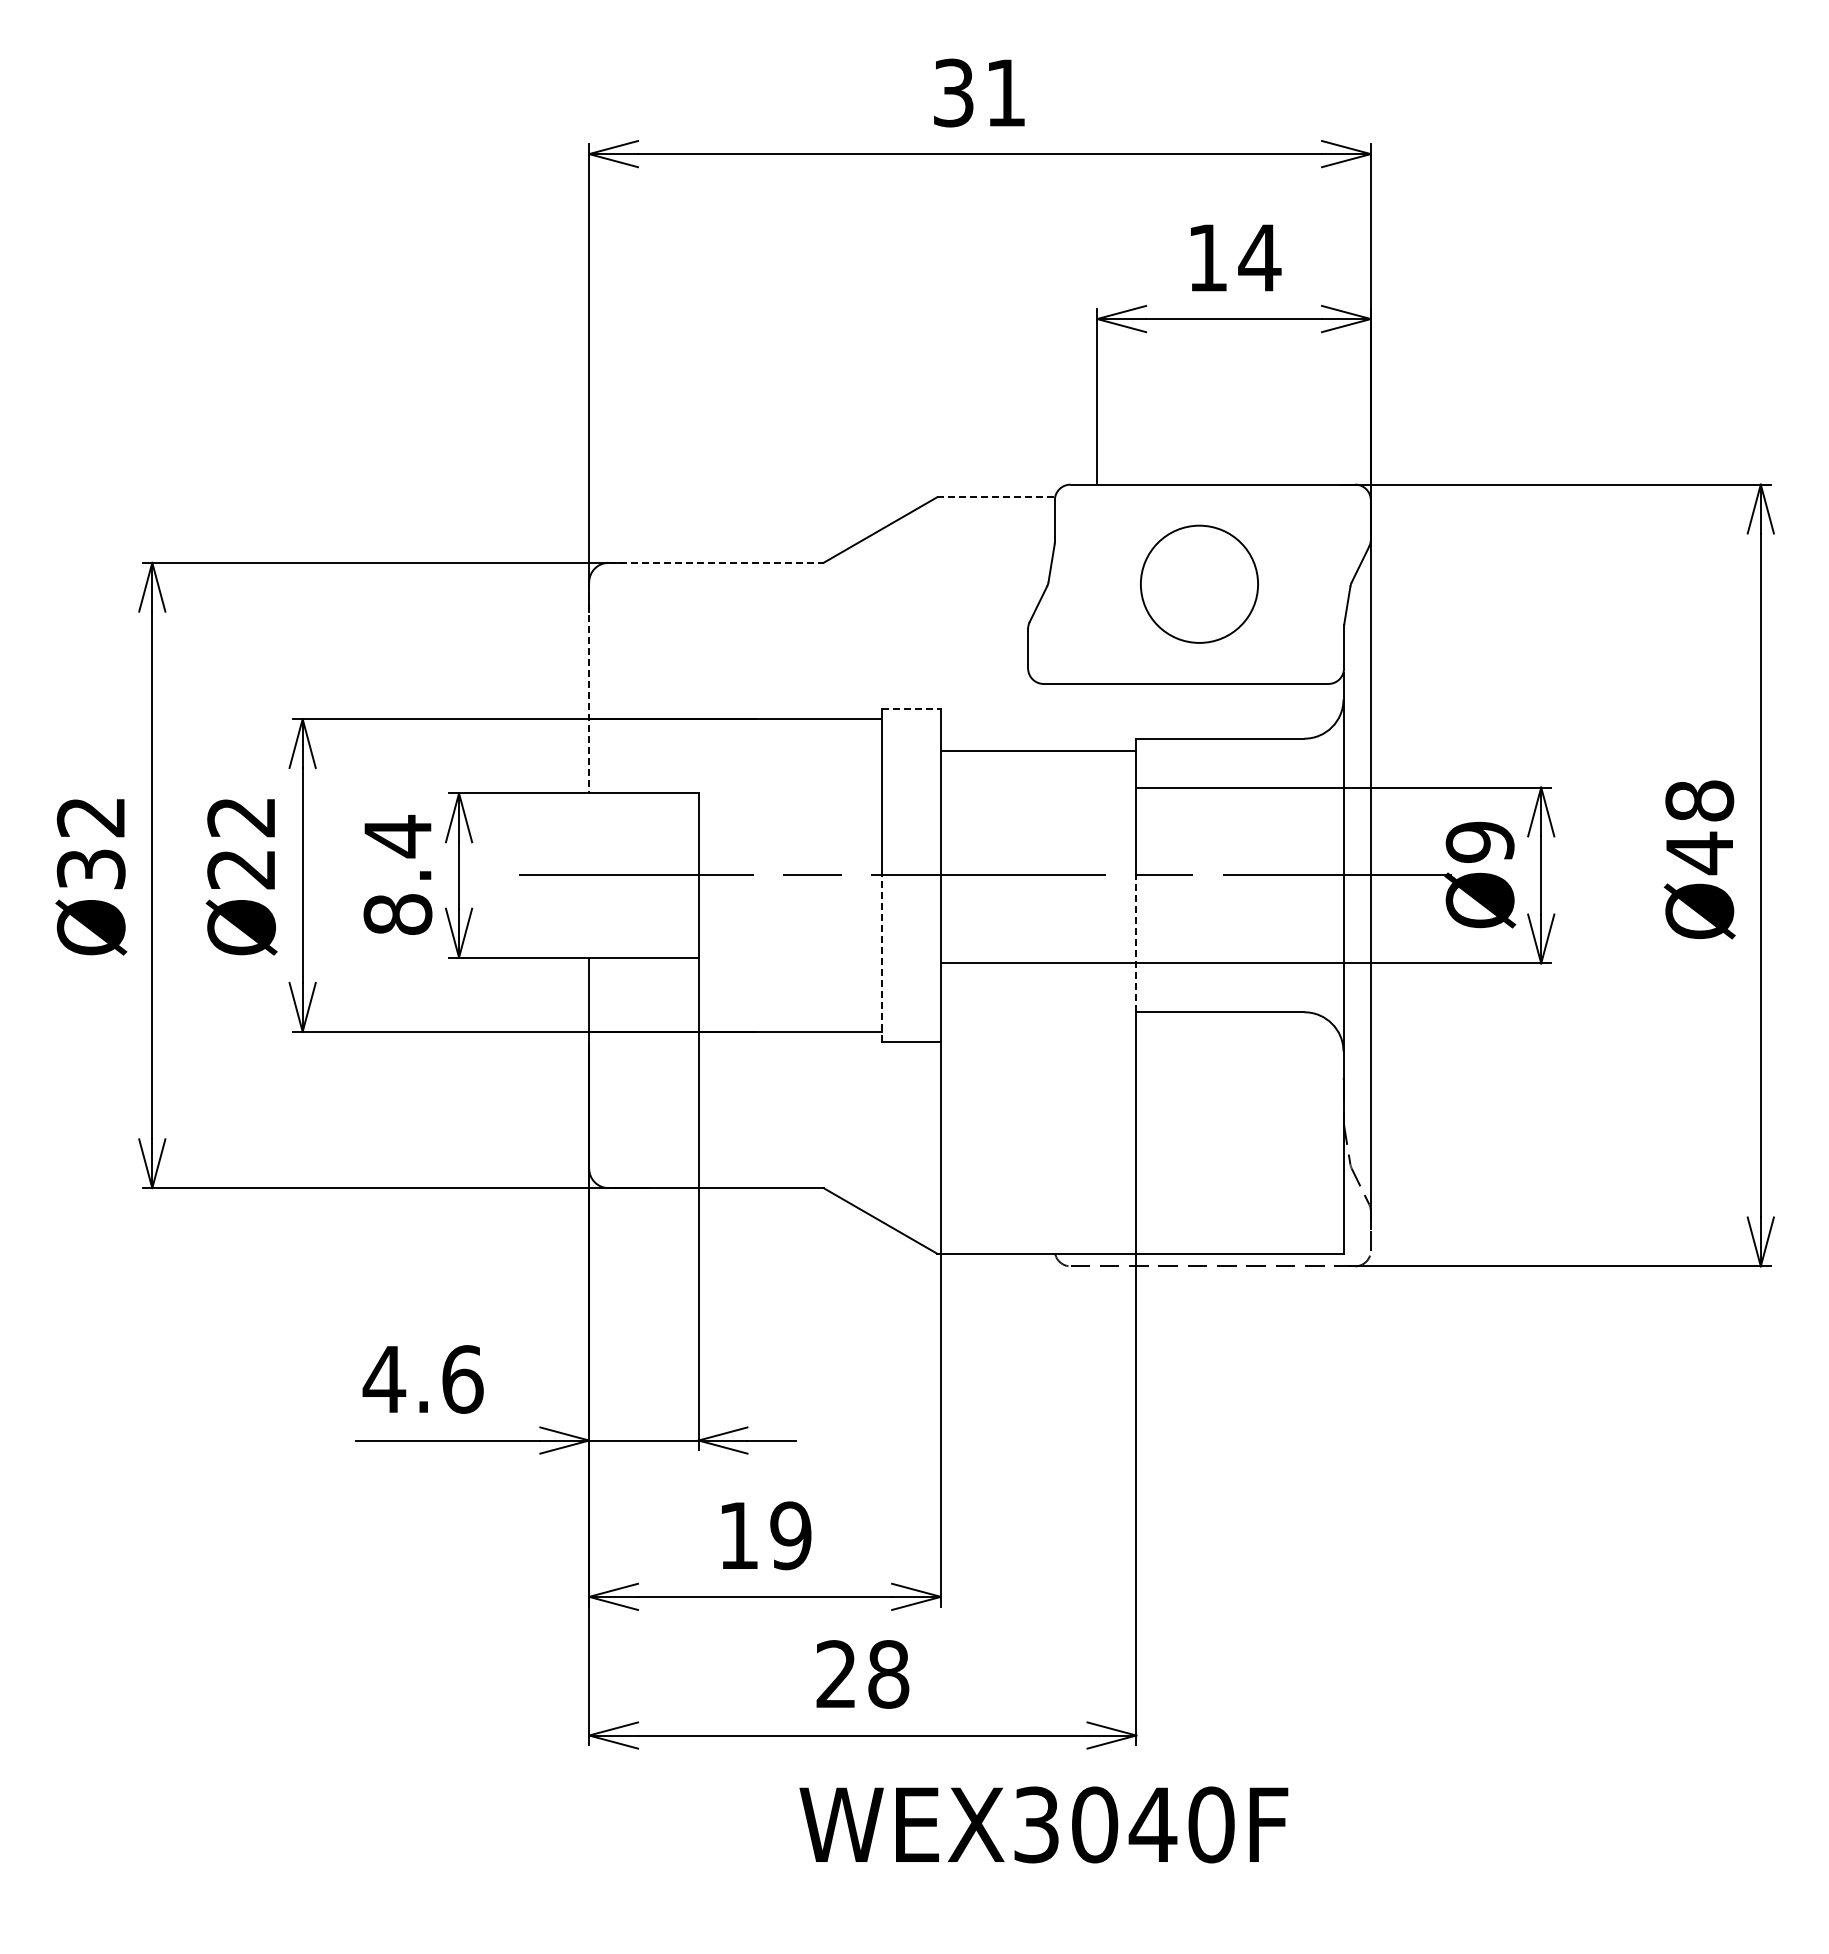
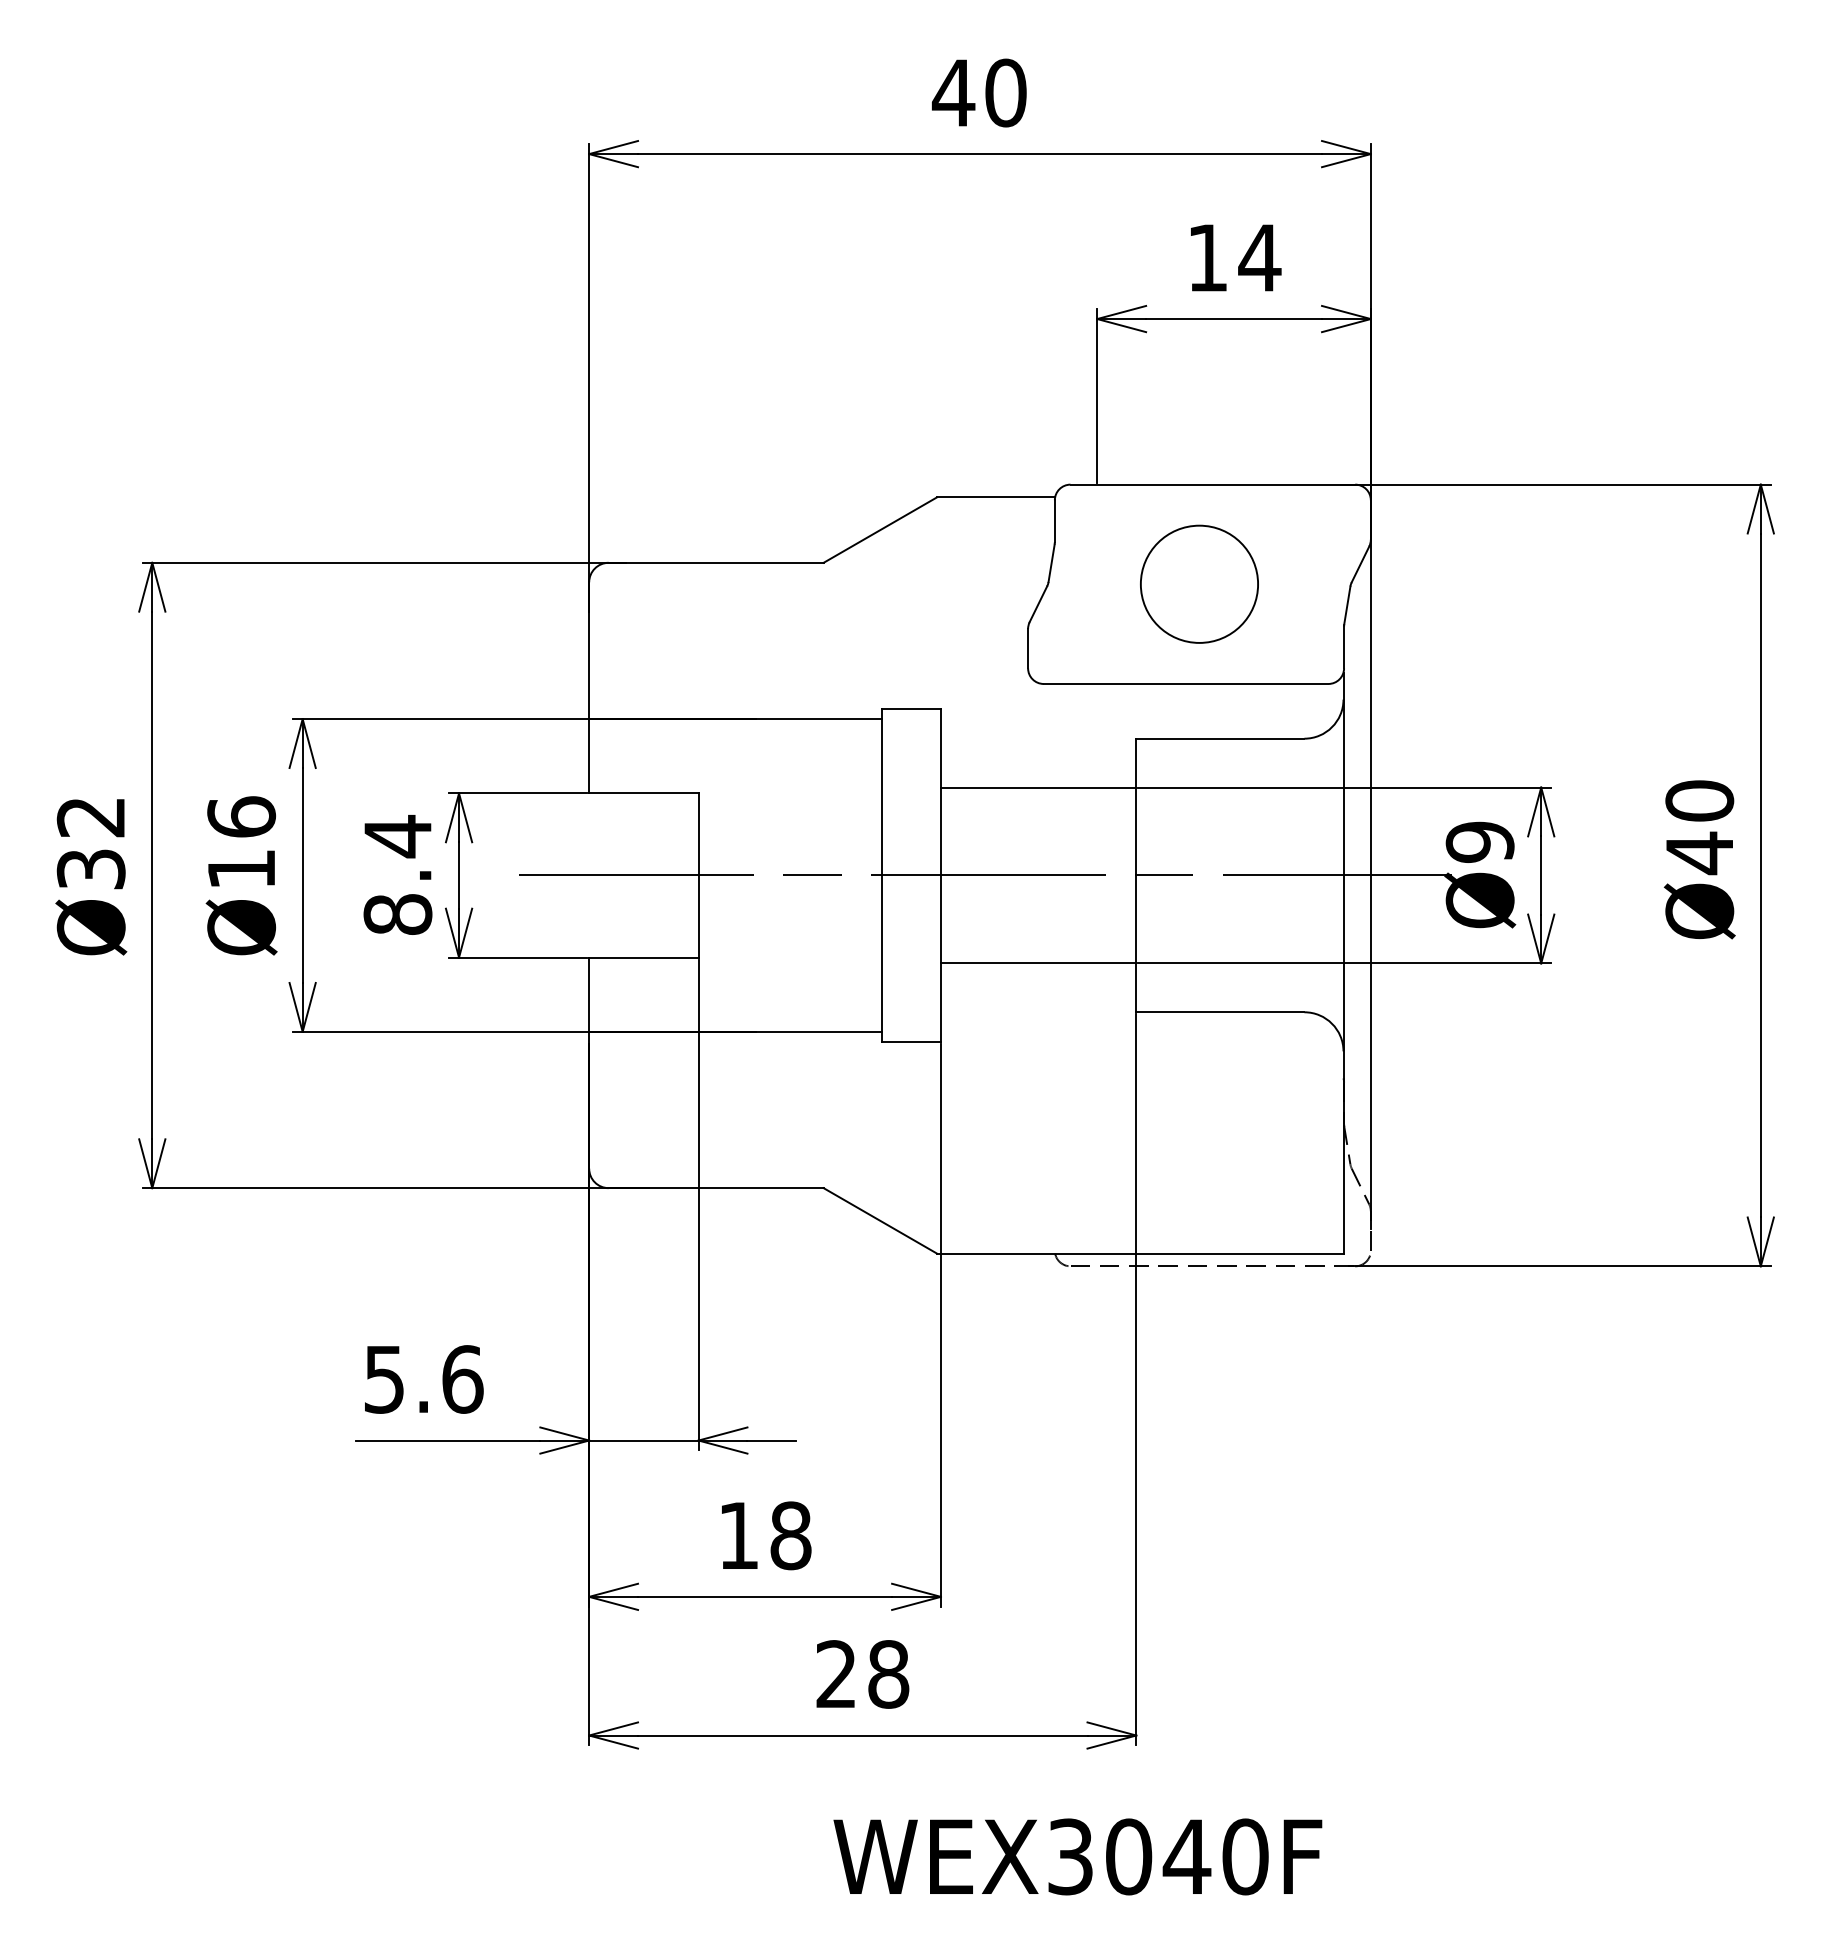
text at (978, 92): 31 -> 40
line at (996, 497): dashed -> solid
line at (716, 562): dashed -> solid
line at (589, 687): dashed -> solid
line at (912, 709): dashed -> solid
line at (1038, 750) position: (1038, 750) -> (1038, 787)
text at (1699, 800): Ø48 -> Ø40
text at (241, 842): Ø22 -> Ø16
line at (1136, 943): dashed -> solid
line at (882, 958): dashed -> solid
text at (384, 1379): 4.6 -> 5.6
text at (790, 1535): 19 -> 18
text at (1043, 1824) position: (1043, 1824) -> (1077, 1856)
